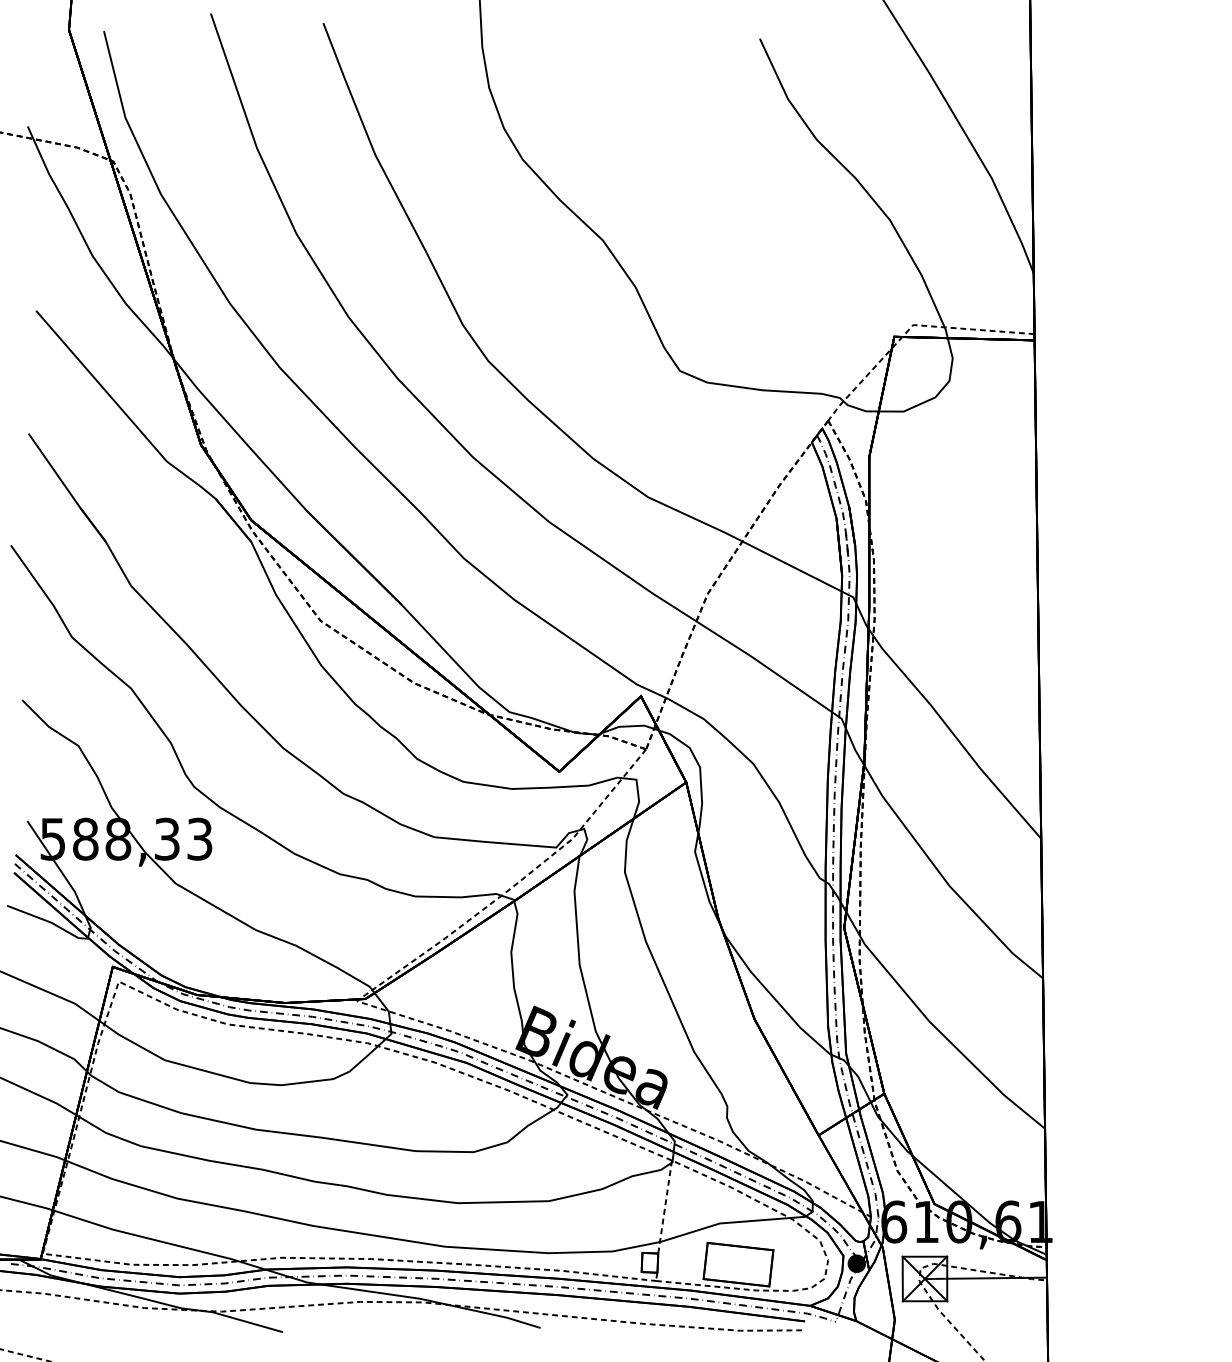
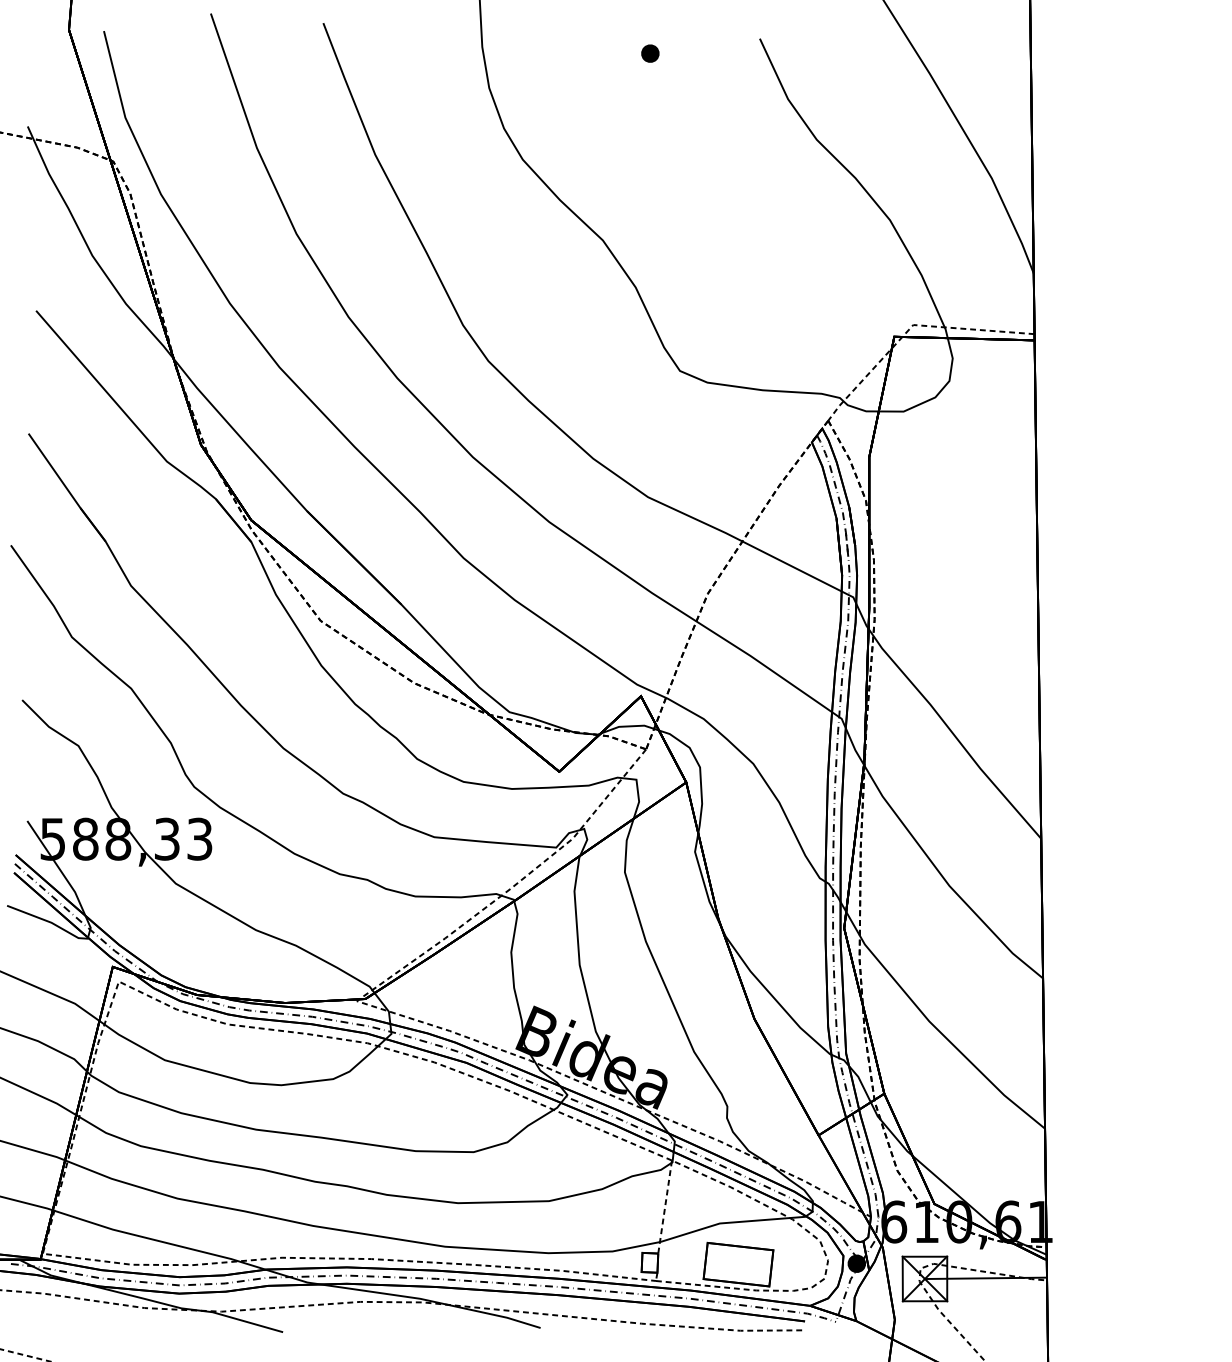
part at (650, 53): none -> present
